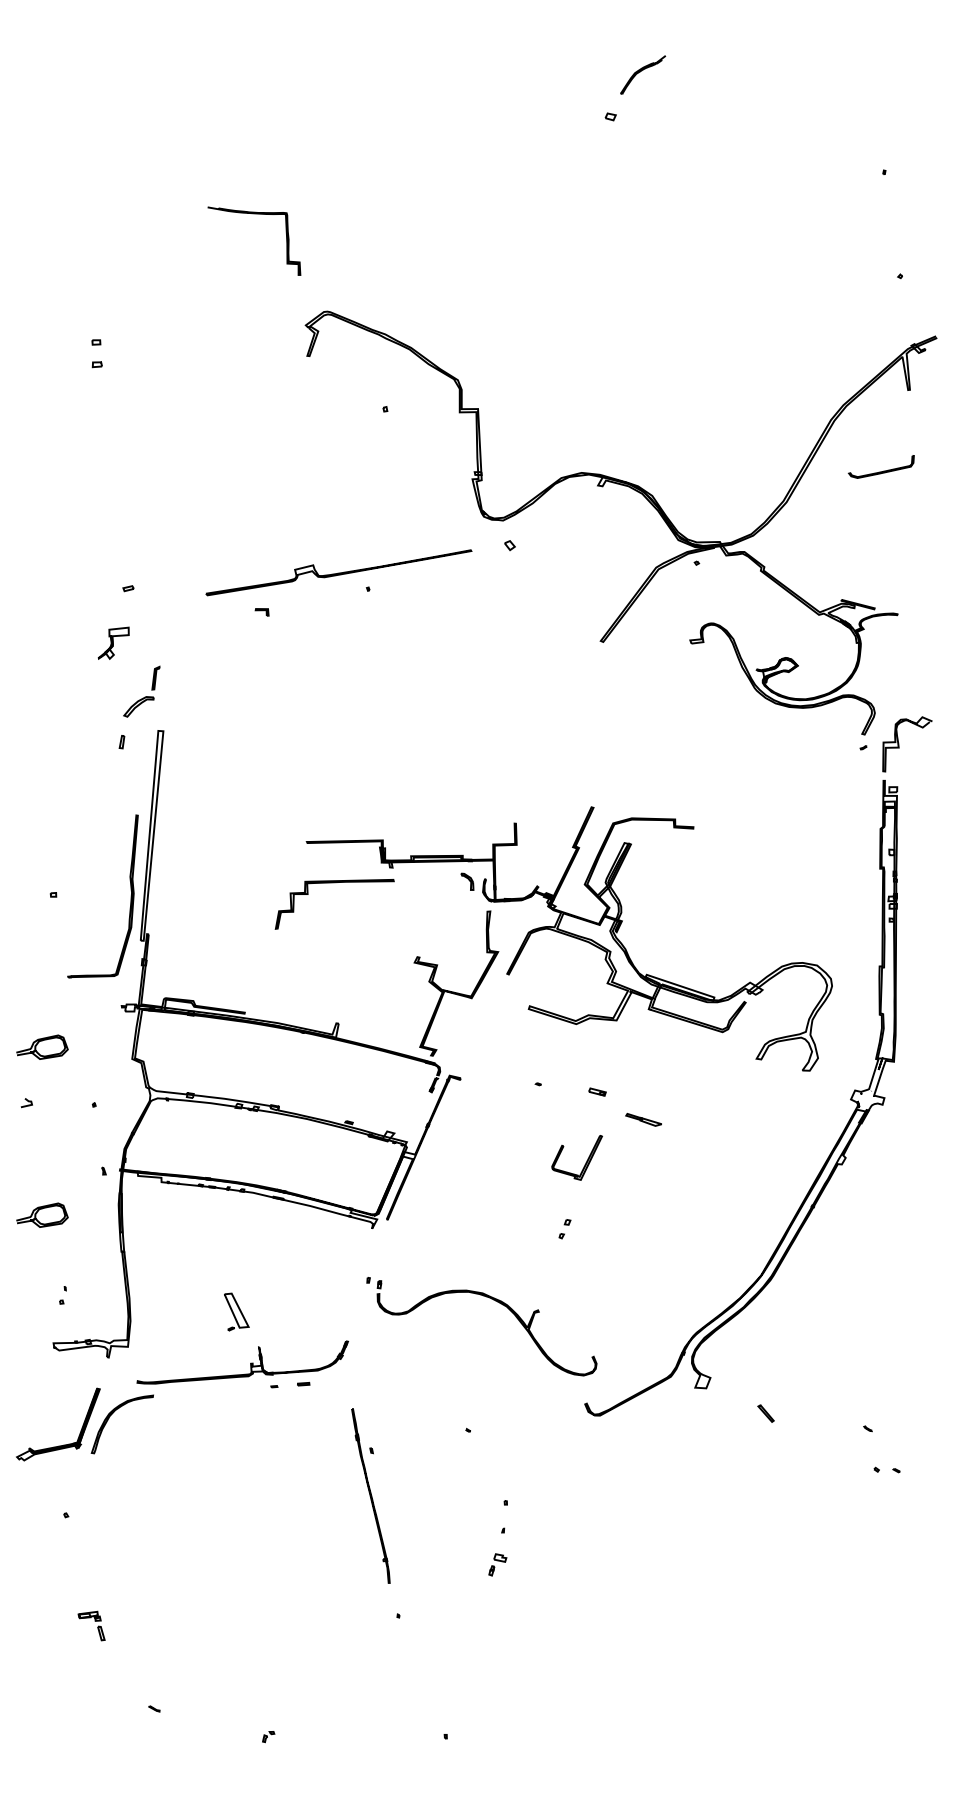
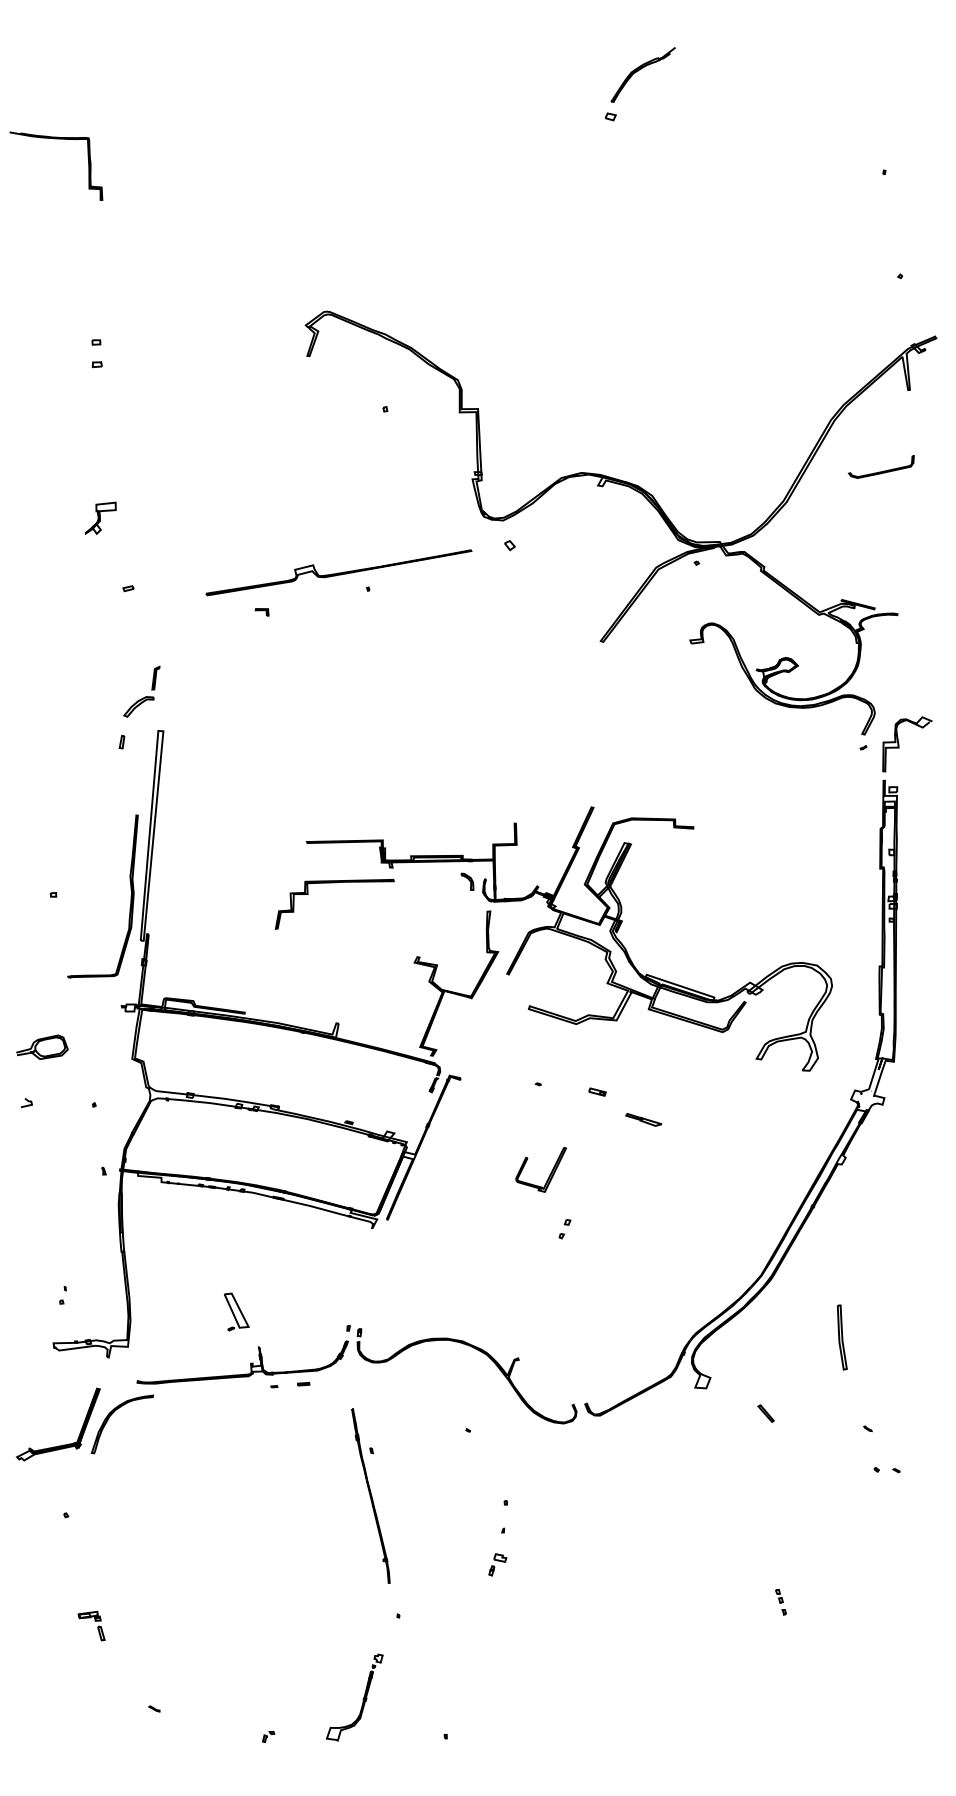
part at (643, 74) size: 47x40 px -> 66x56 px
curve at (254, 214) position: (254, 214) -> (56, 139)
part at (113, 642) position: (113, 642) -> (100, 517)
part at (585, 1162) position: (585, 1162) -> (549, 1174)
curve at (42, 1209): present -> none
part at (493, 1300) position: (493, 1300) -> (473, 1348)
part at (841, 1337): none -> present
part at (780, 1602): none -> present
part at (362, 1699): none -> present
